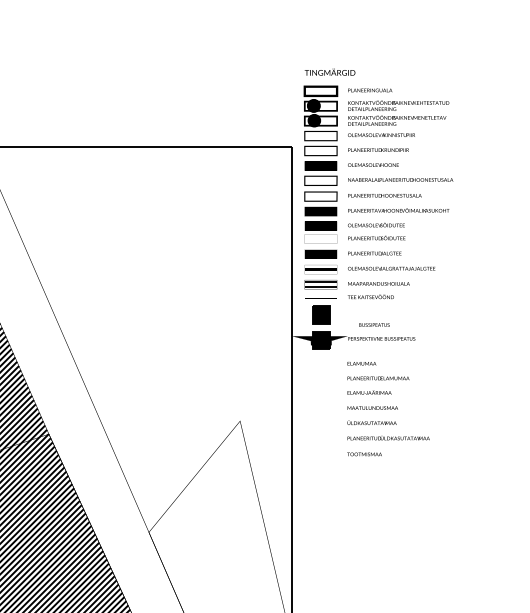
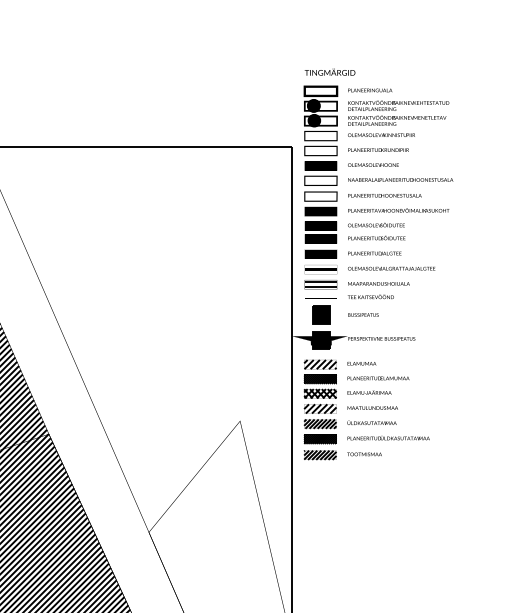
fill at (320, 238): none -> present
text at (374, 324) position: (374, 324) -> (363, 314)
part at (319, 409): none -> present
